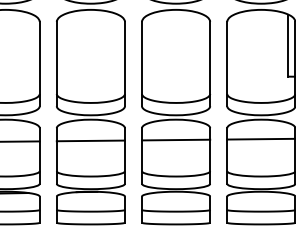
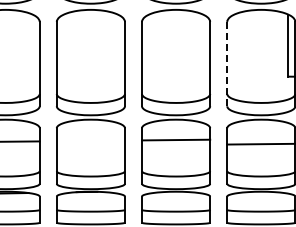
line at (227, 63): solid -> dashed
line at (259, 138) position: (259, 138) -> (259, 143)
line at (90, 140): present -> none
